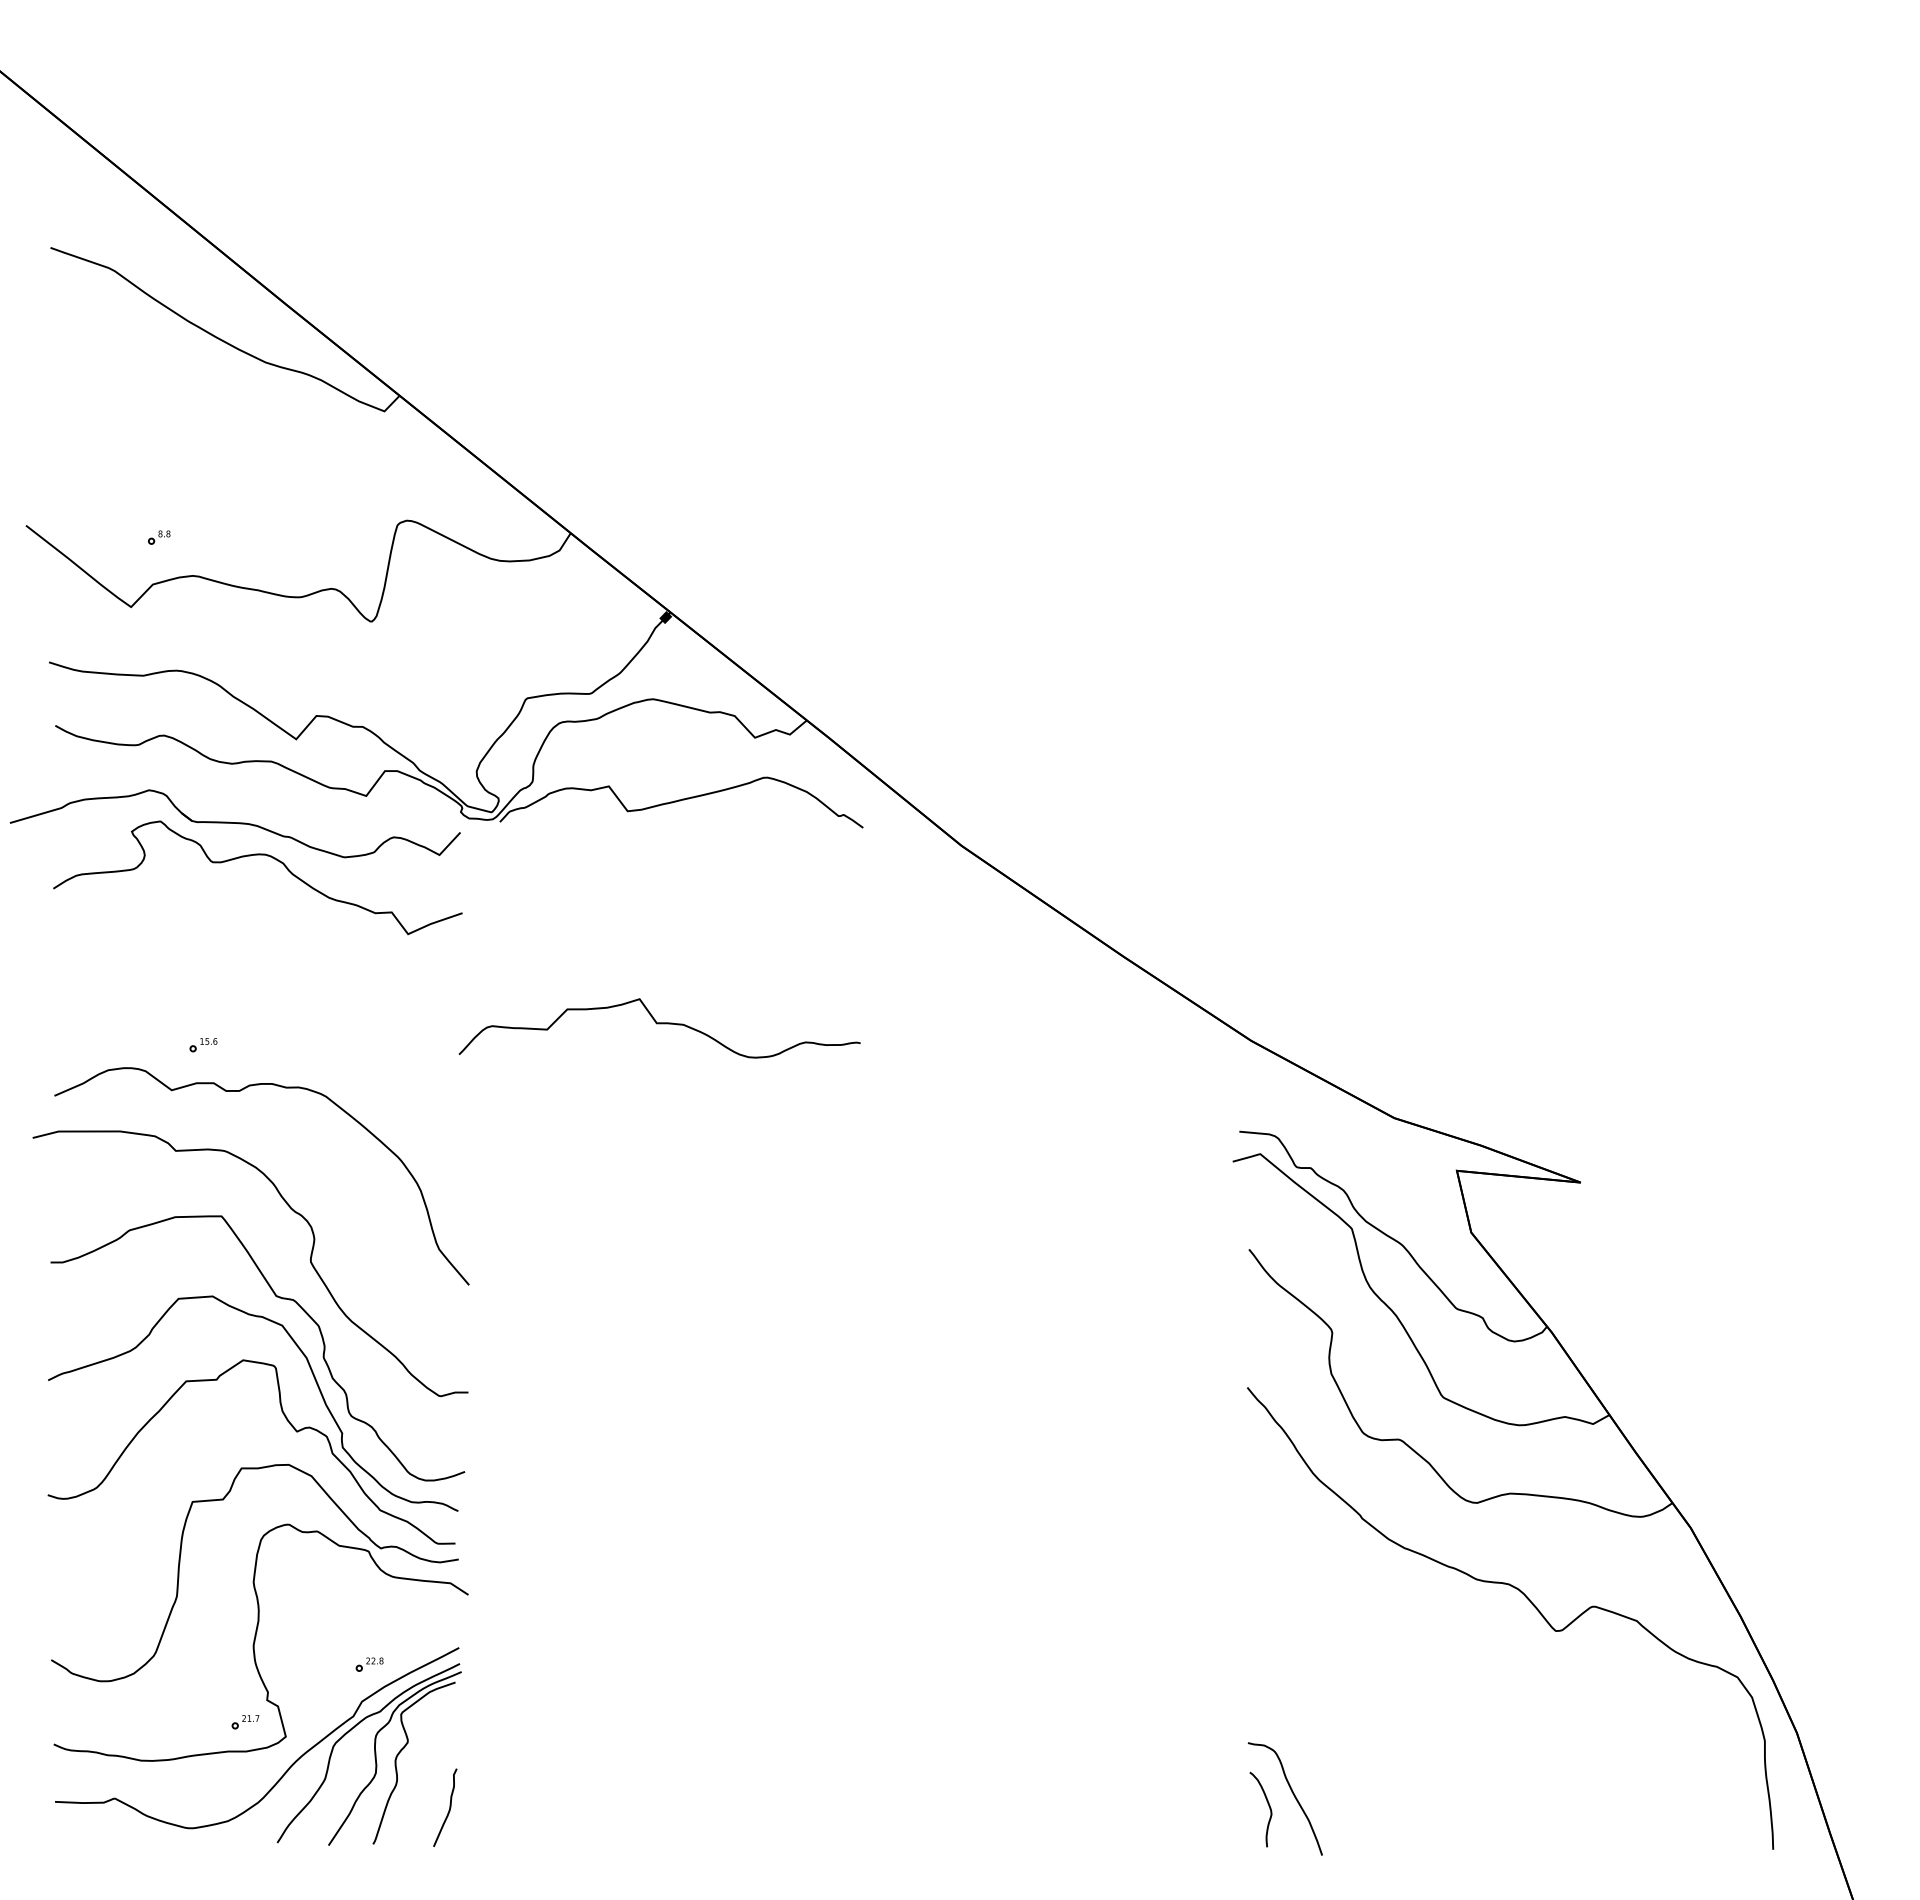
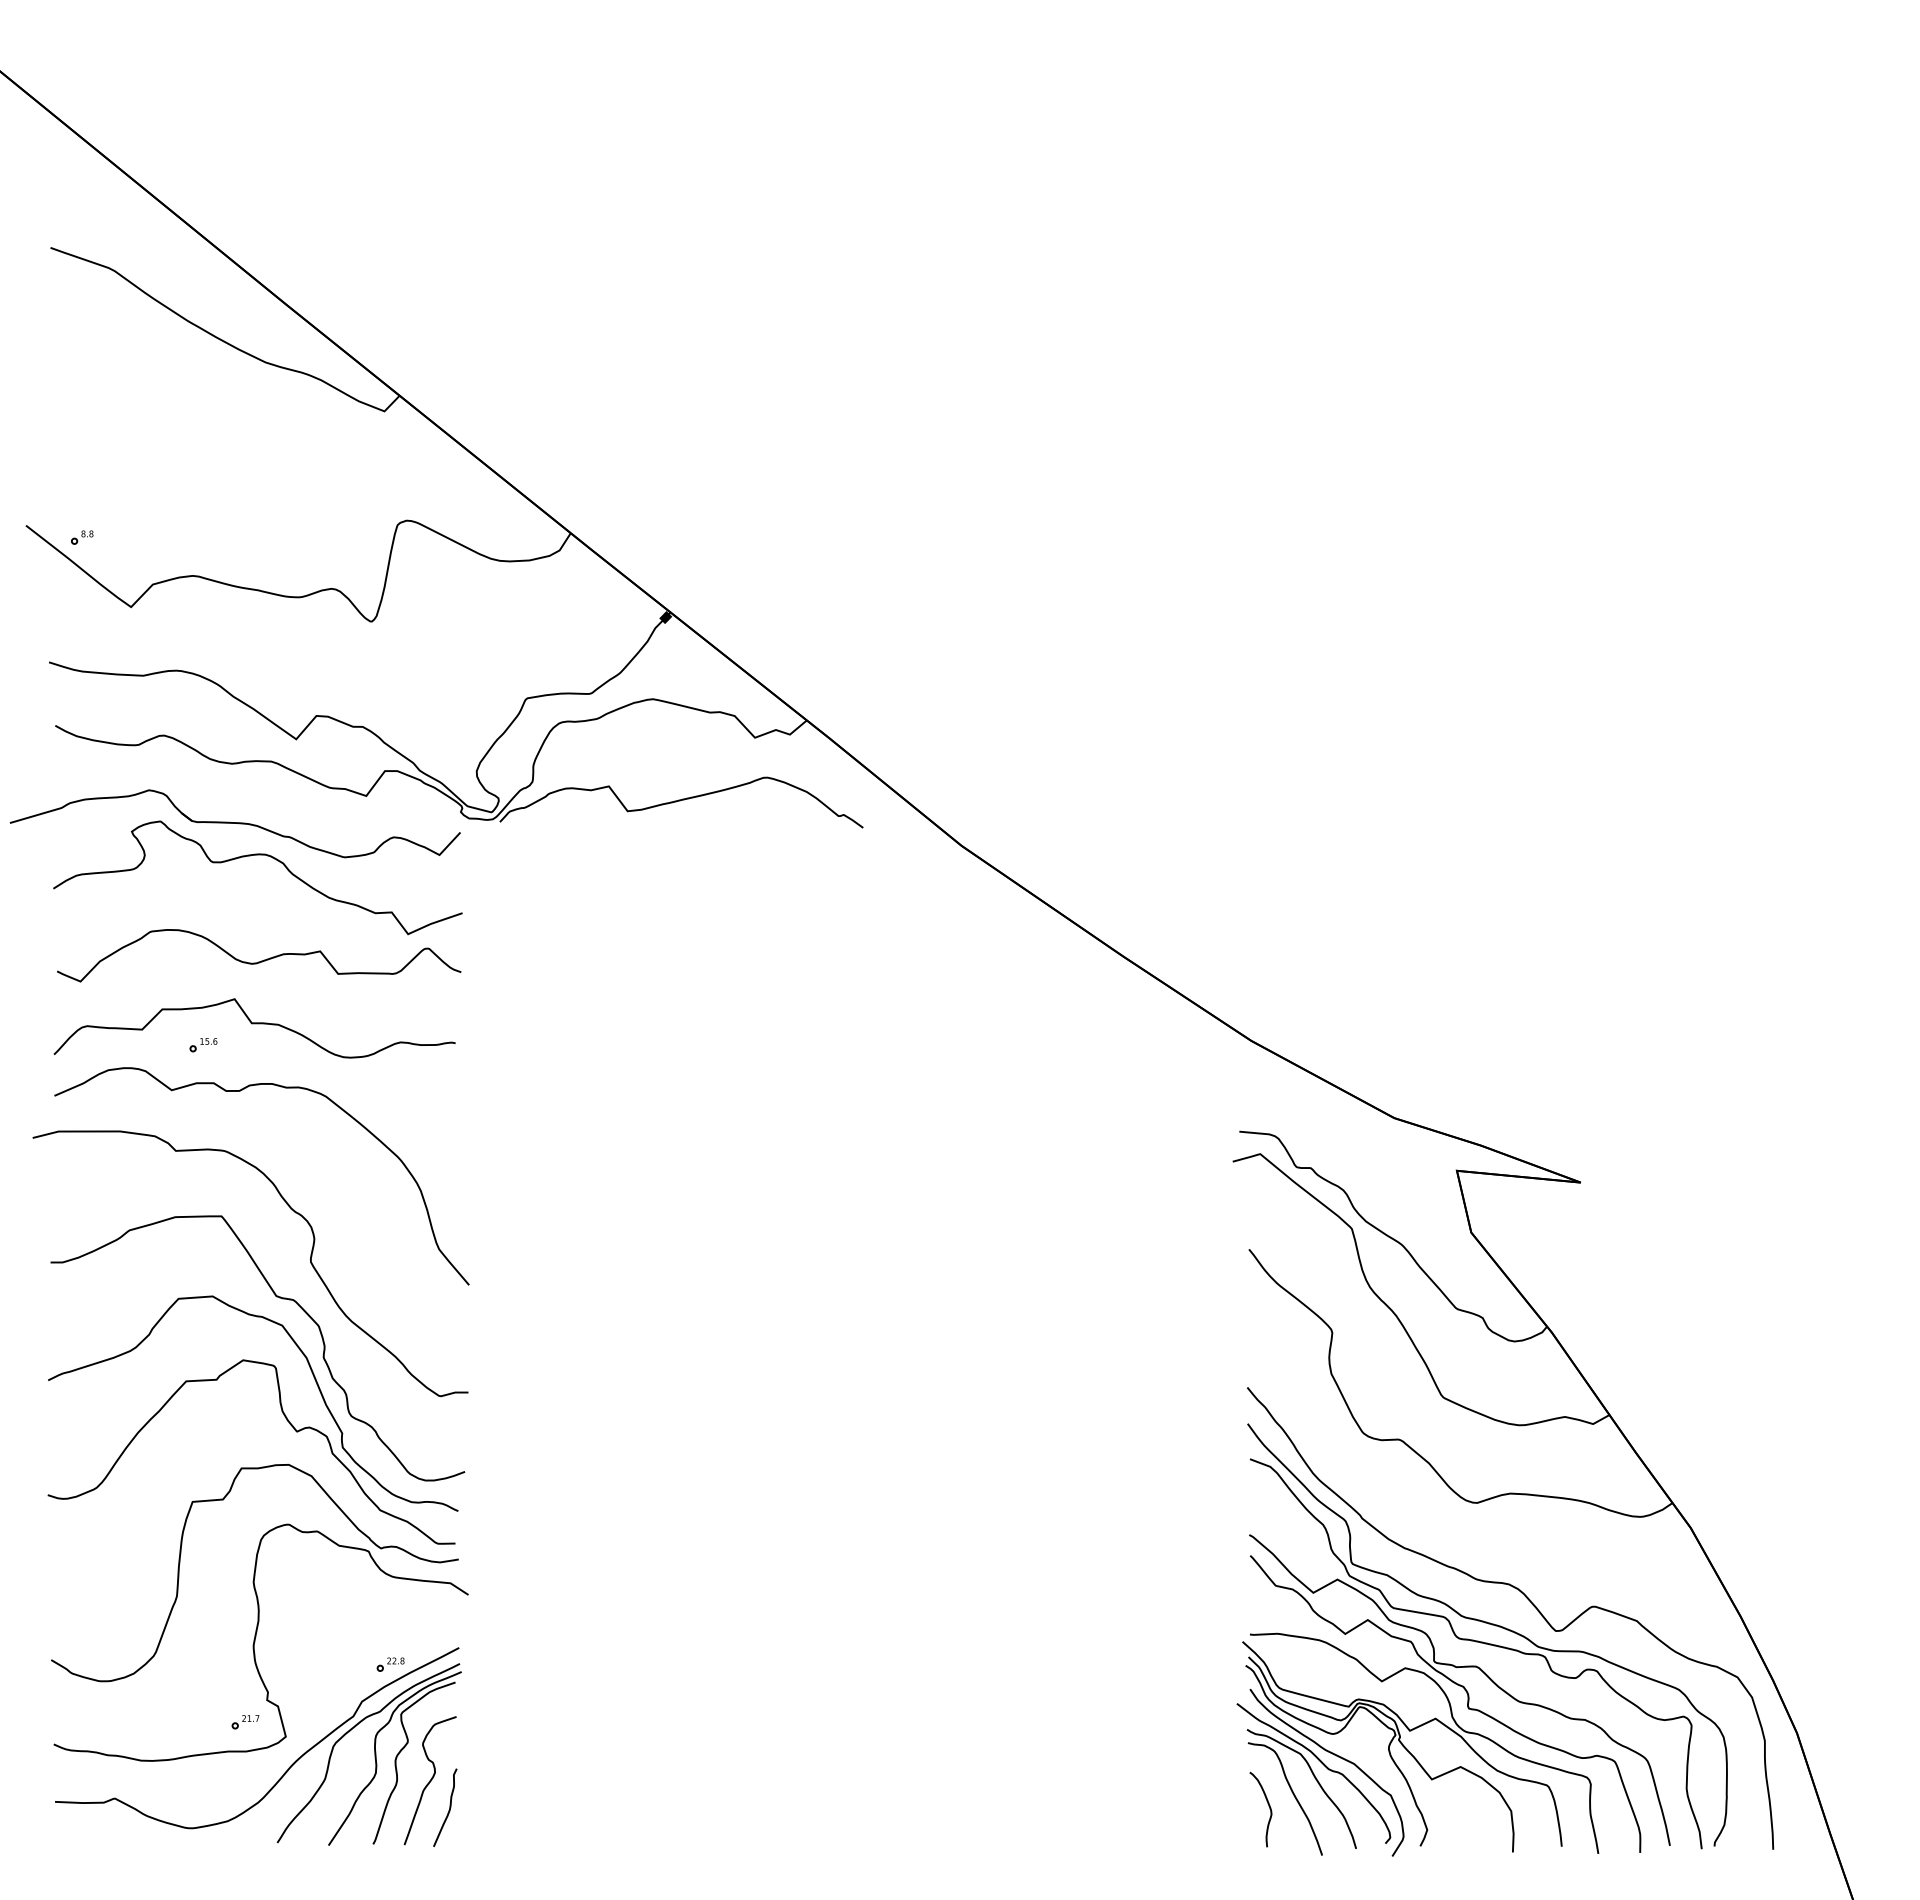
part at (159, 537) position: (159, 537) -> (82, 537)
curve at (261, 960): none -> present
curve at (659, 1024) position: (659, 1024) -> (254, 1024)
part at (1481, 1639): none -> present
part at (369, 1664) position: (369, 1664) -> (390, 1664)
curve at (429, 1780): none -> present
